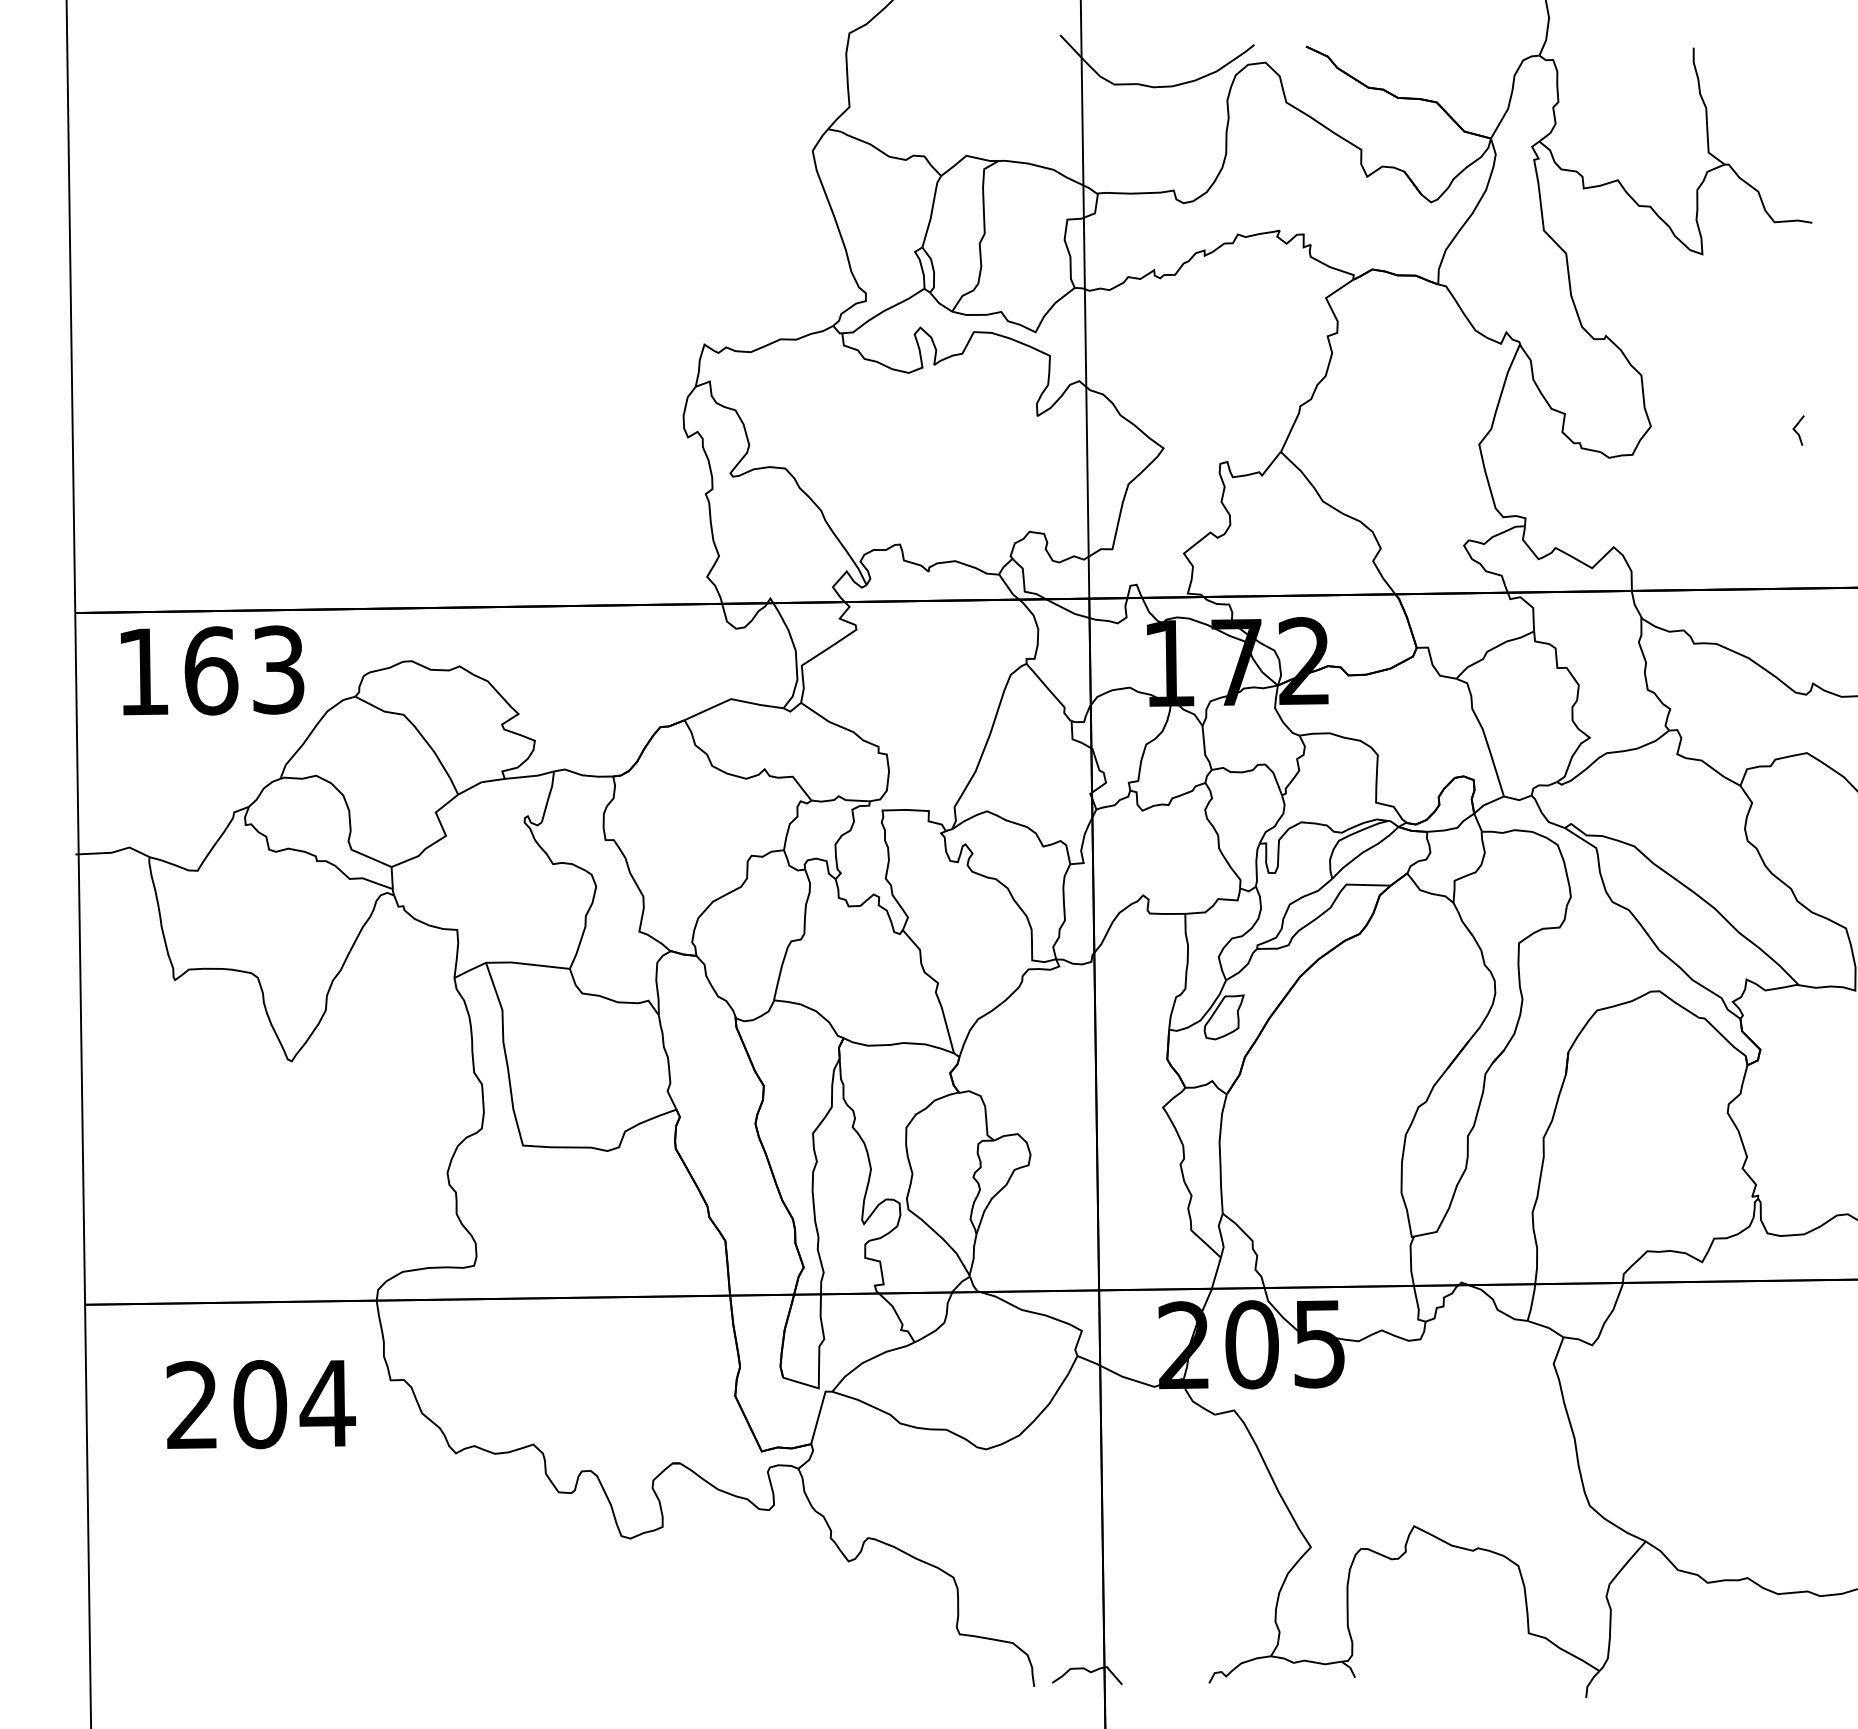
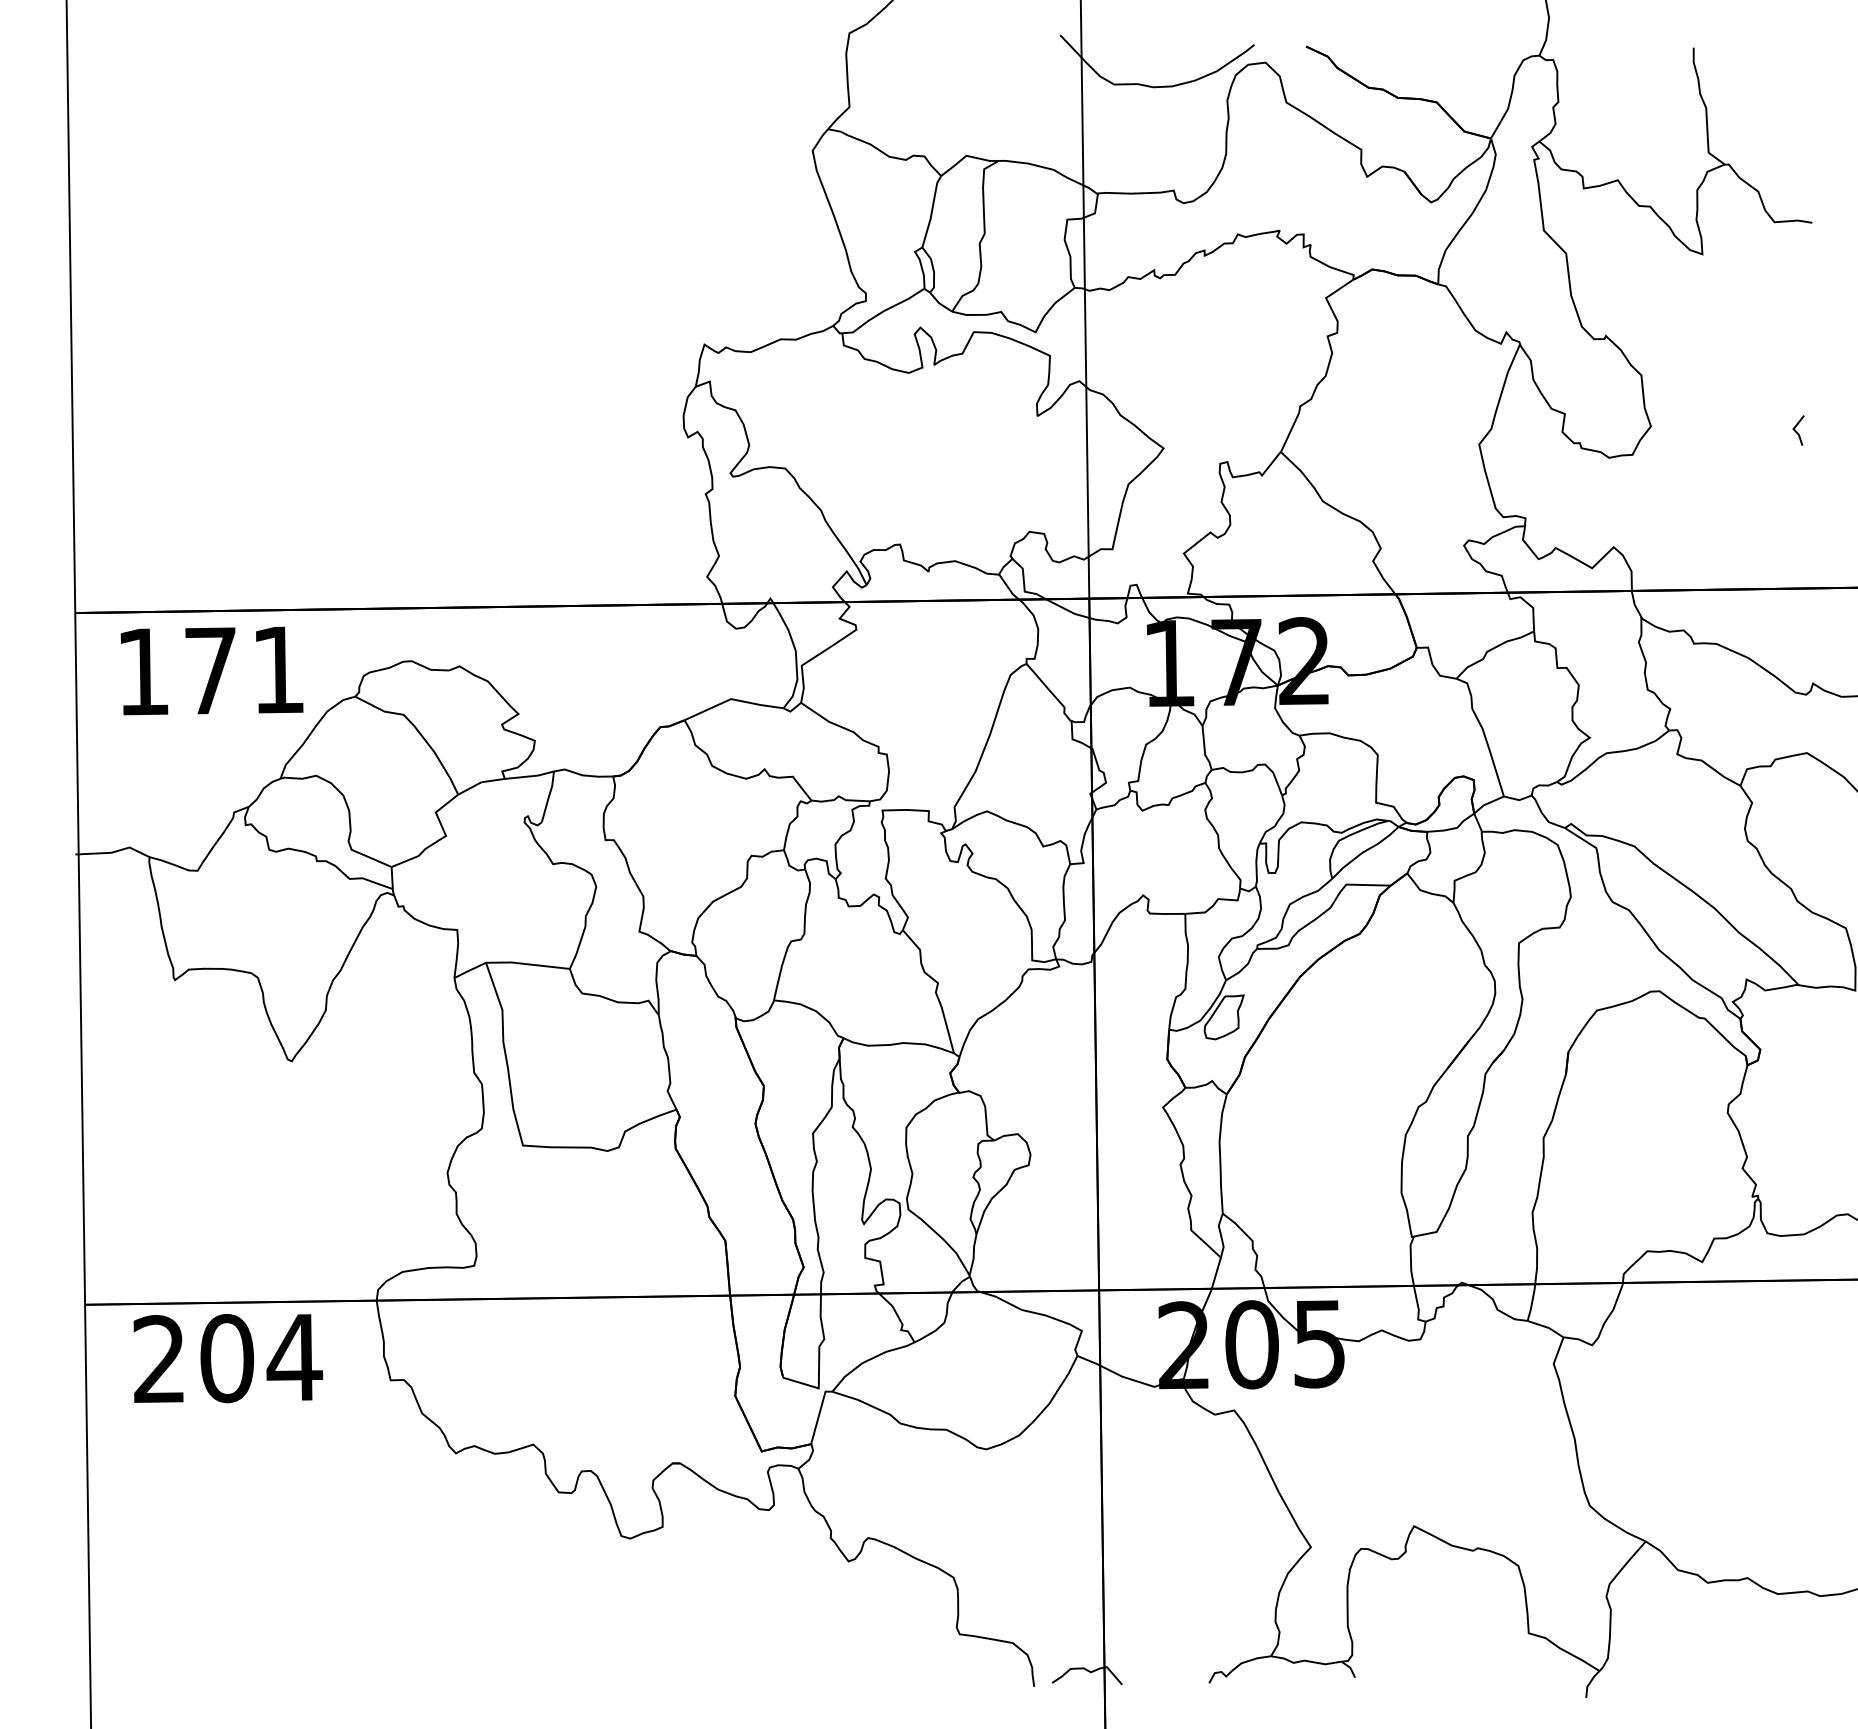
text at (244, 670): 163 -> 171
text at (261, 1404) position: (261, 1404) -> (228, 1358)
